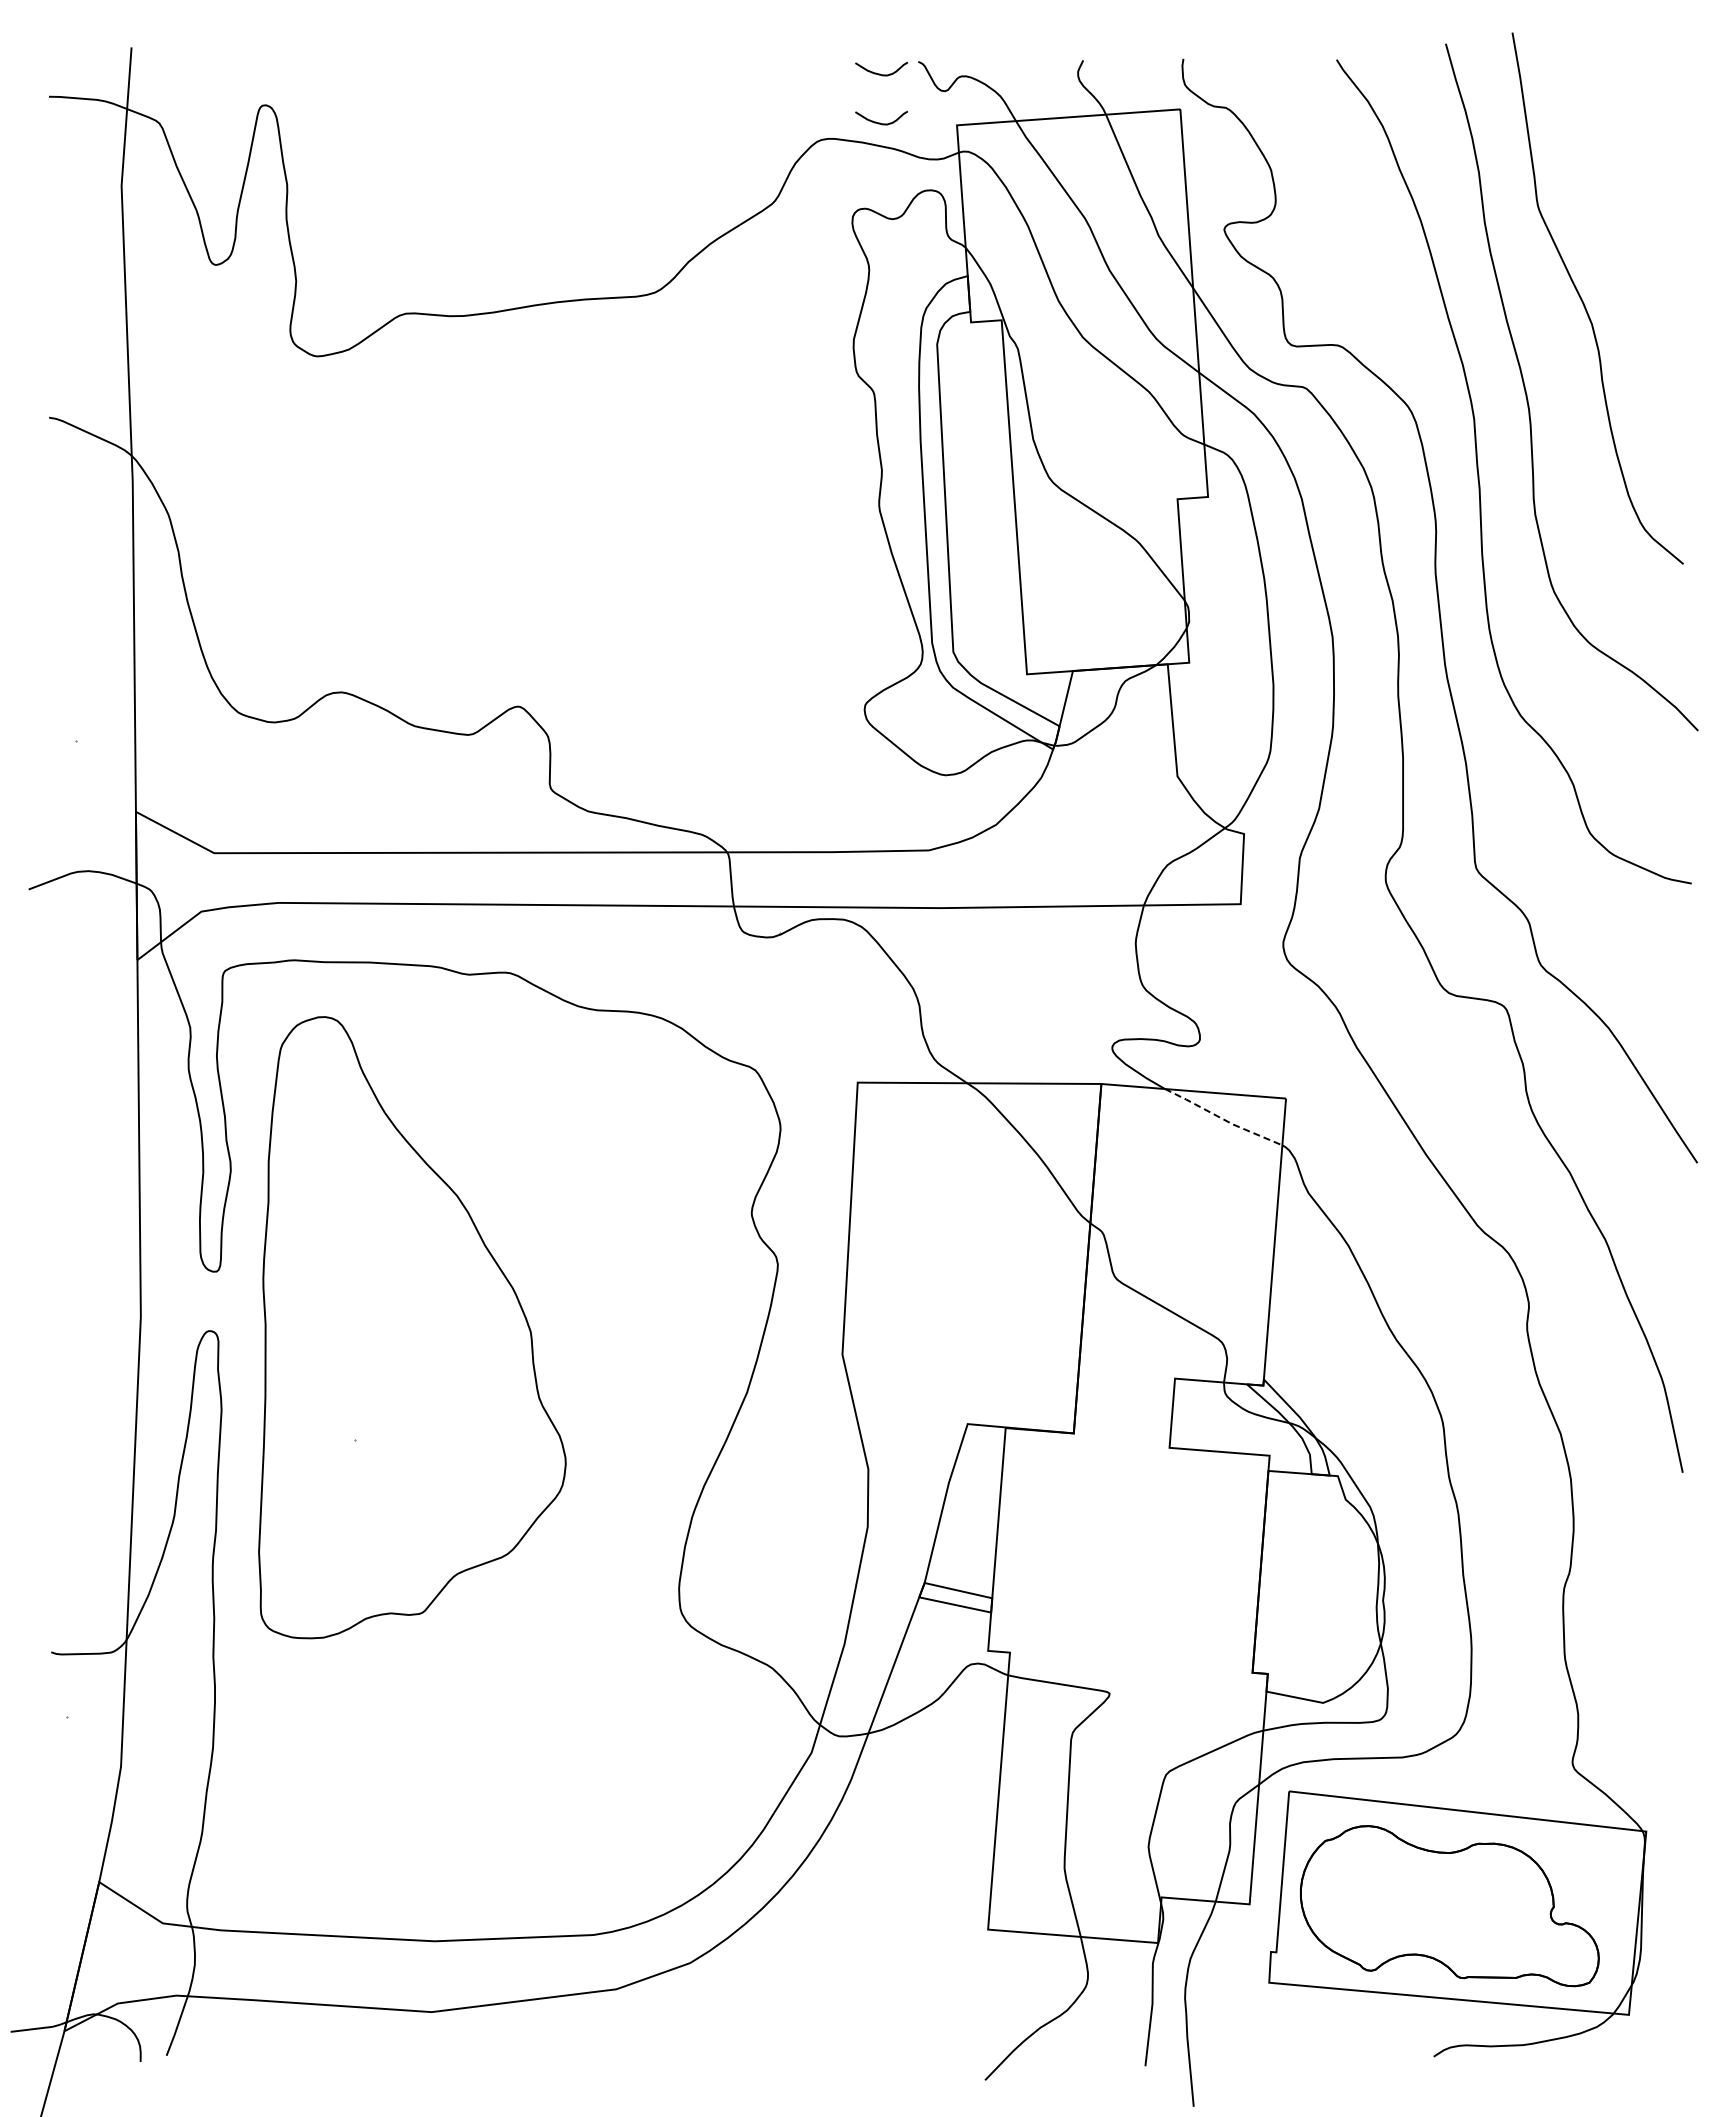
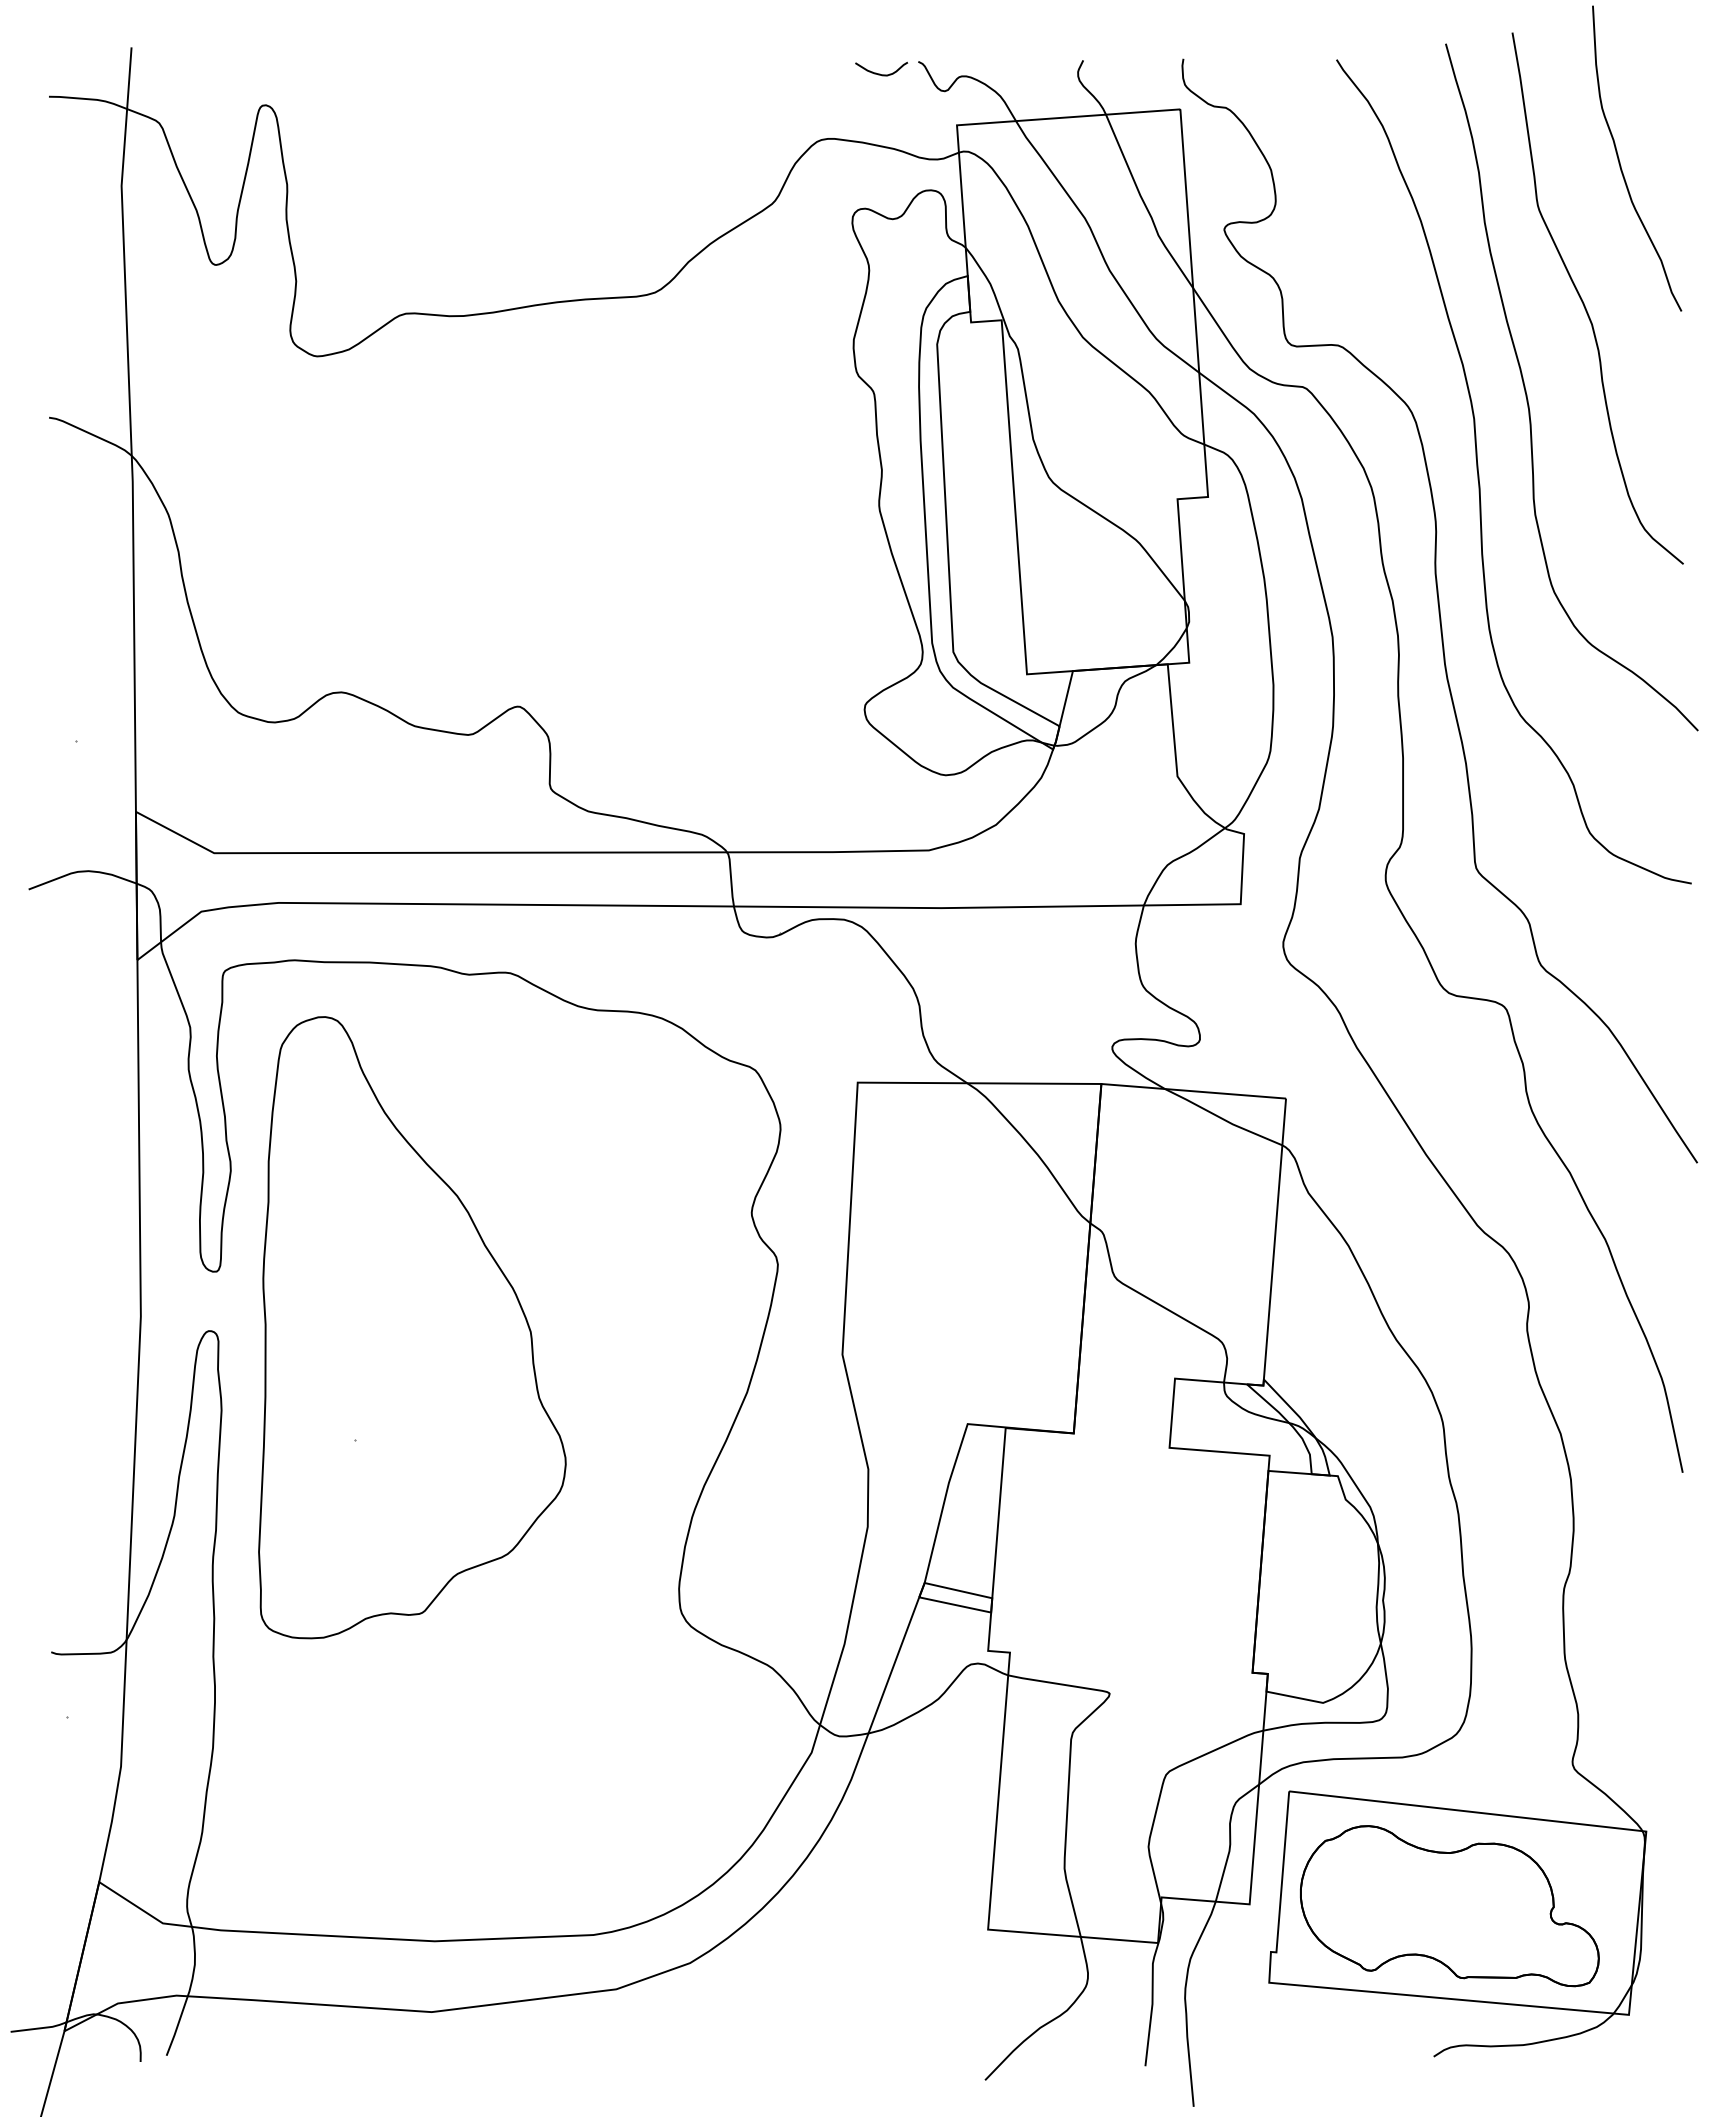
curve at (880, 122): present -> none
curve at (1620, 162): none -> present
line at (1223, 1119): dashed -> solid
